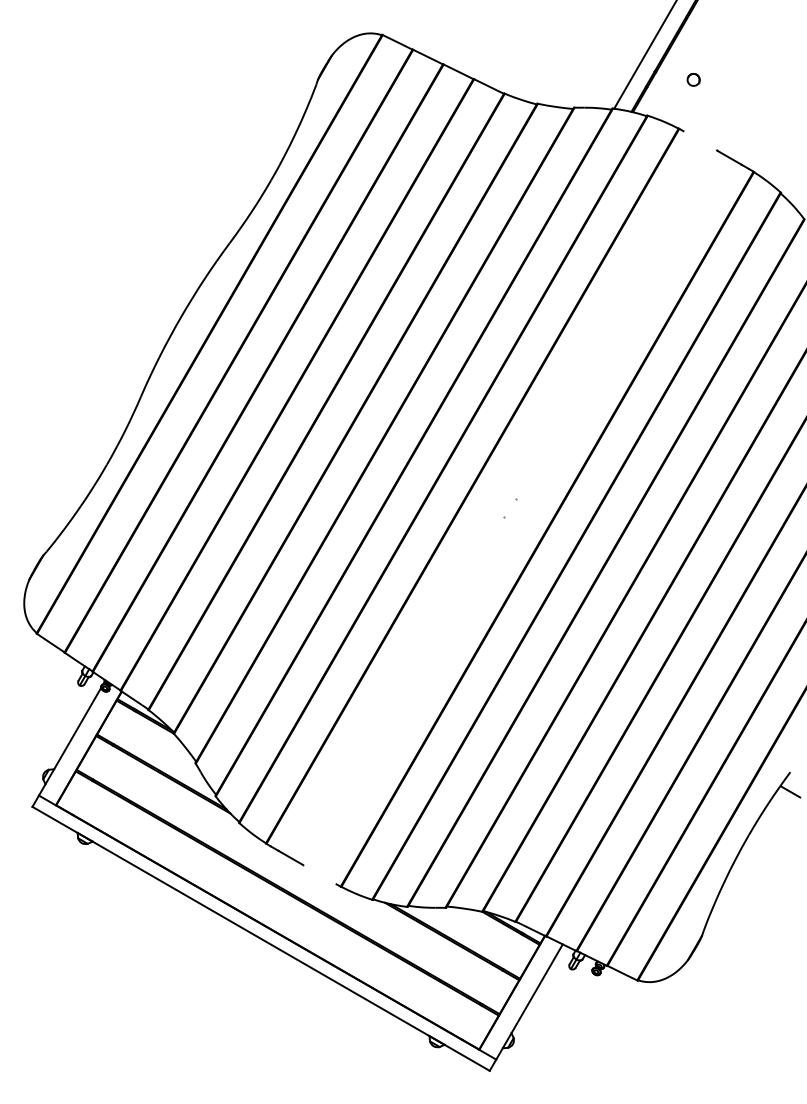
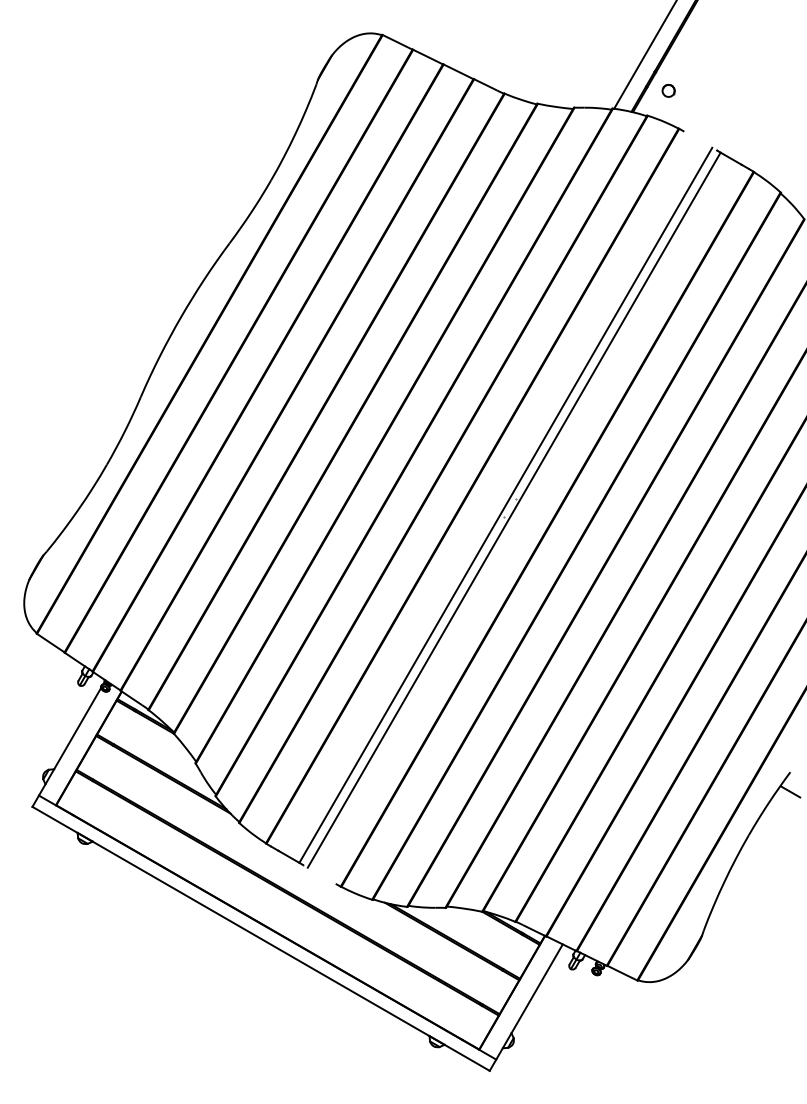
part at (693, 79) position: (693, 79) -> (668, 90)
line at (505, 504): none -> present
line at (513, 509): none -> present
